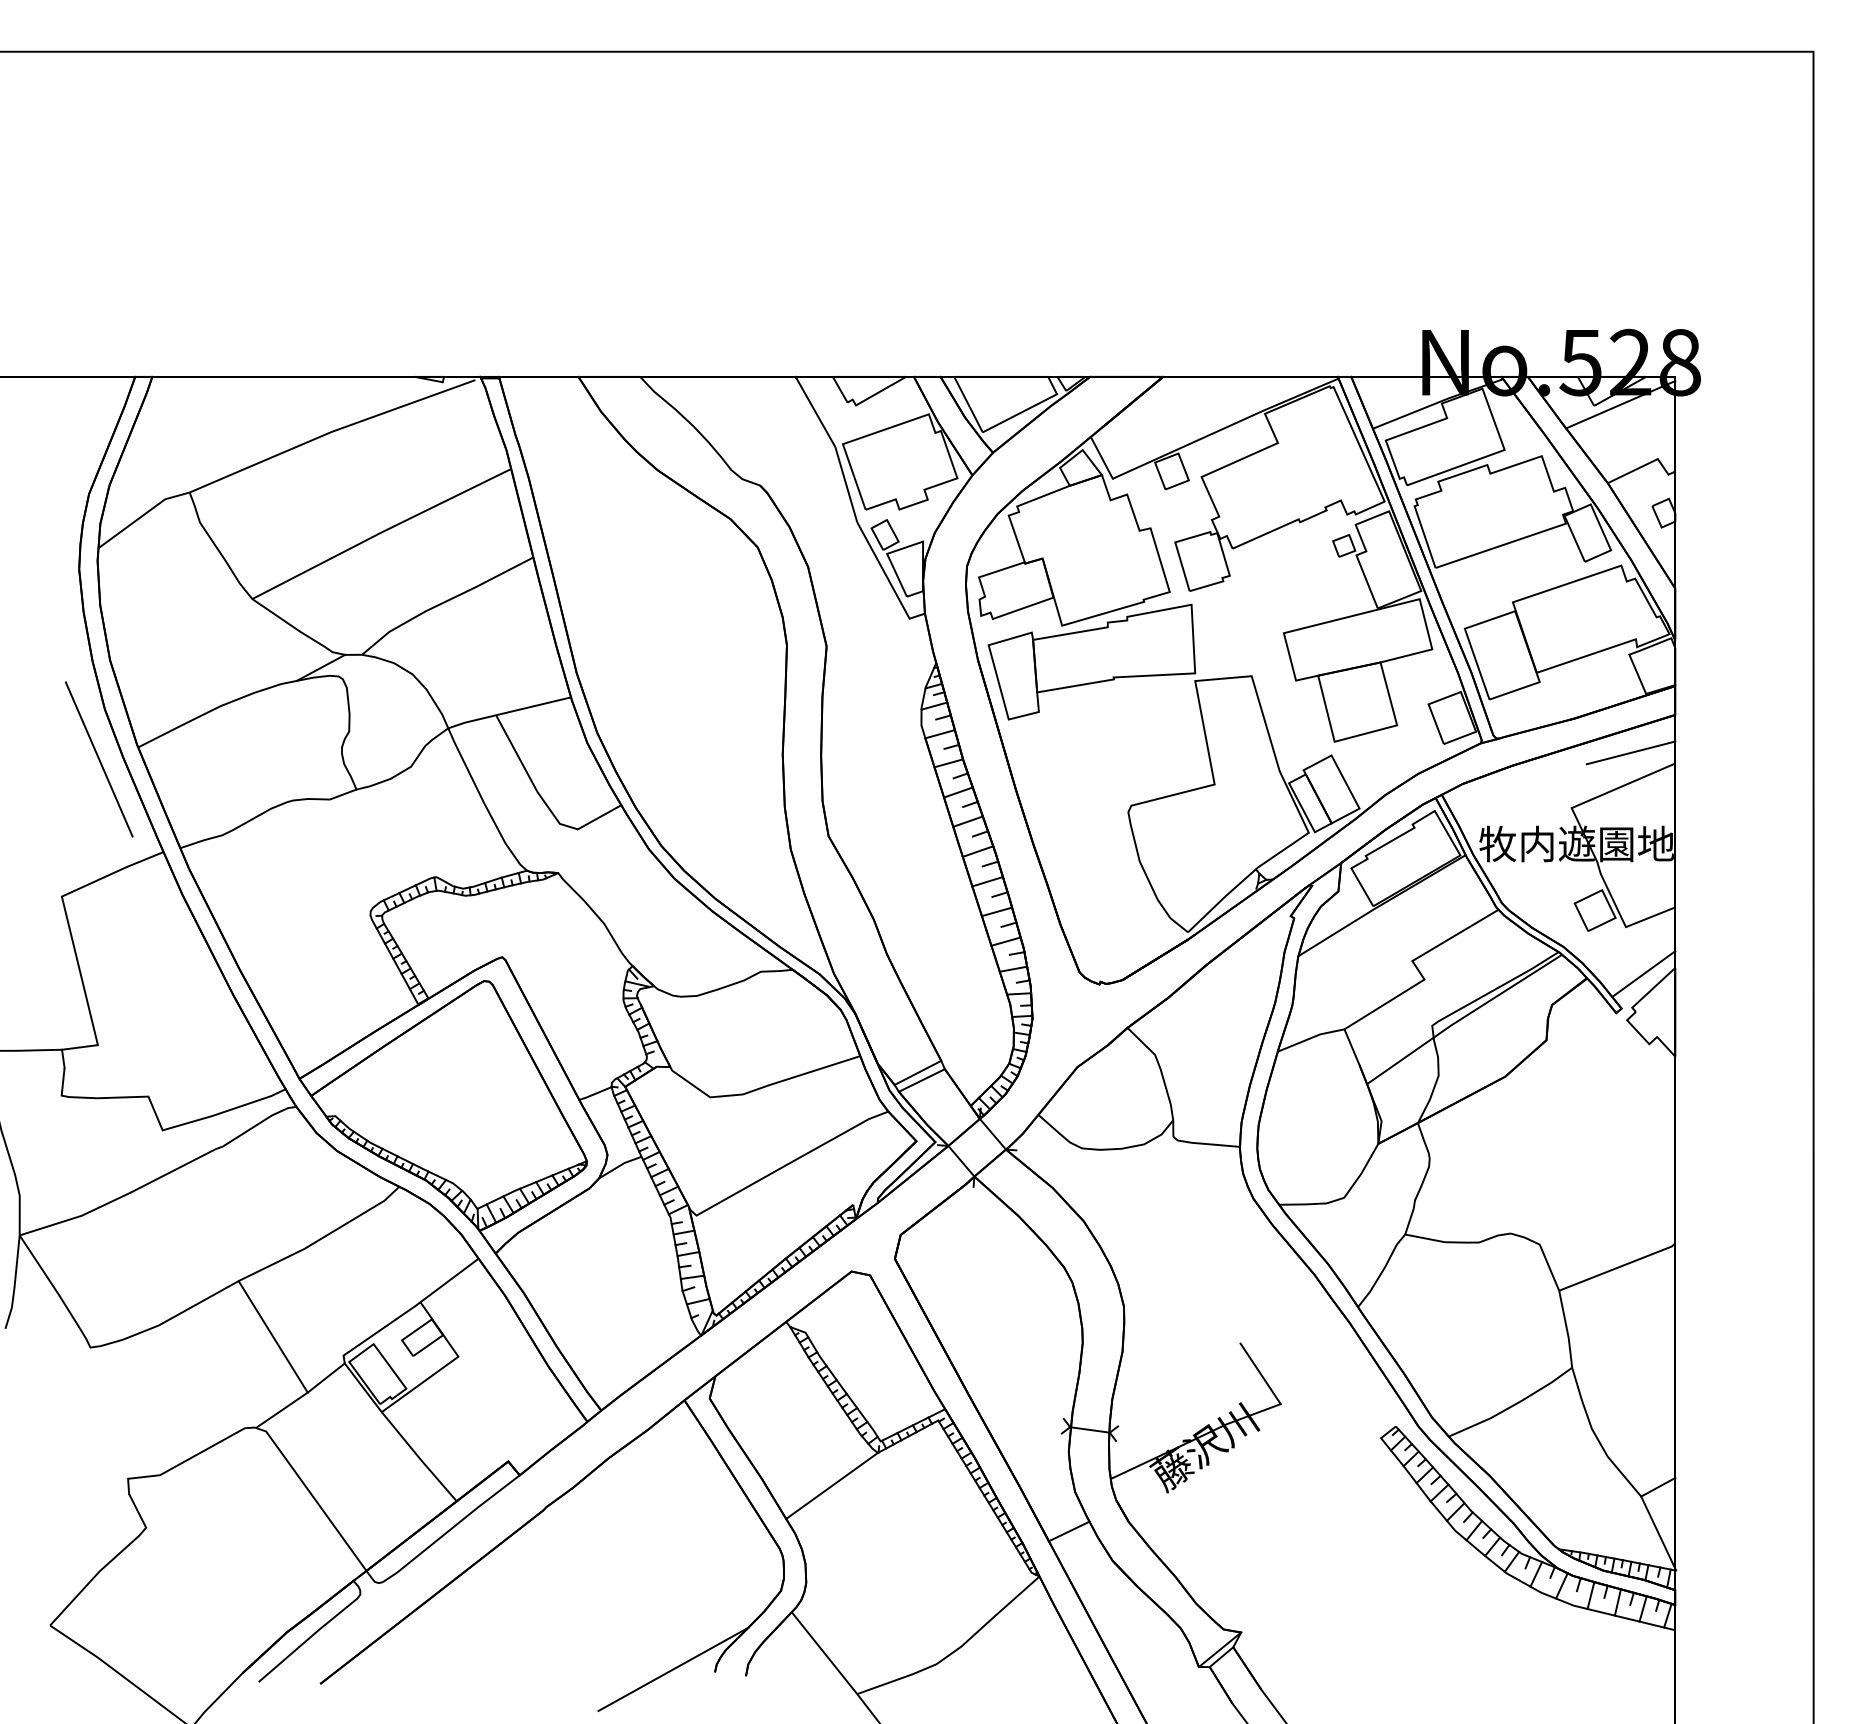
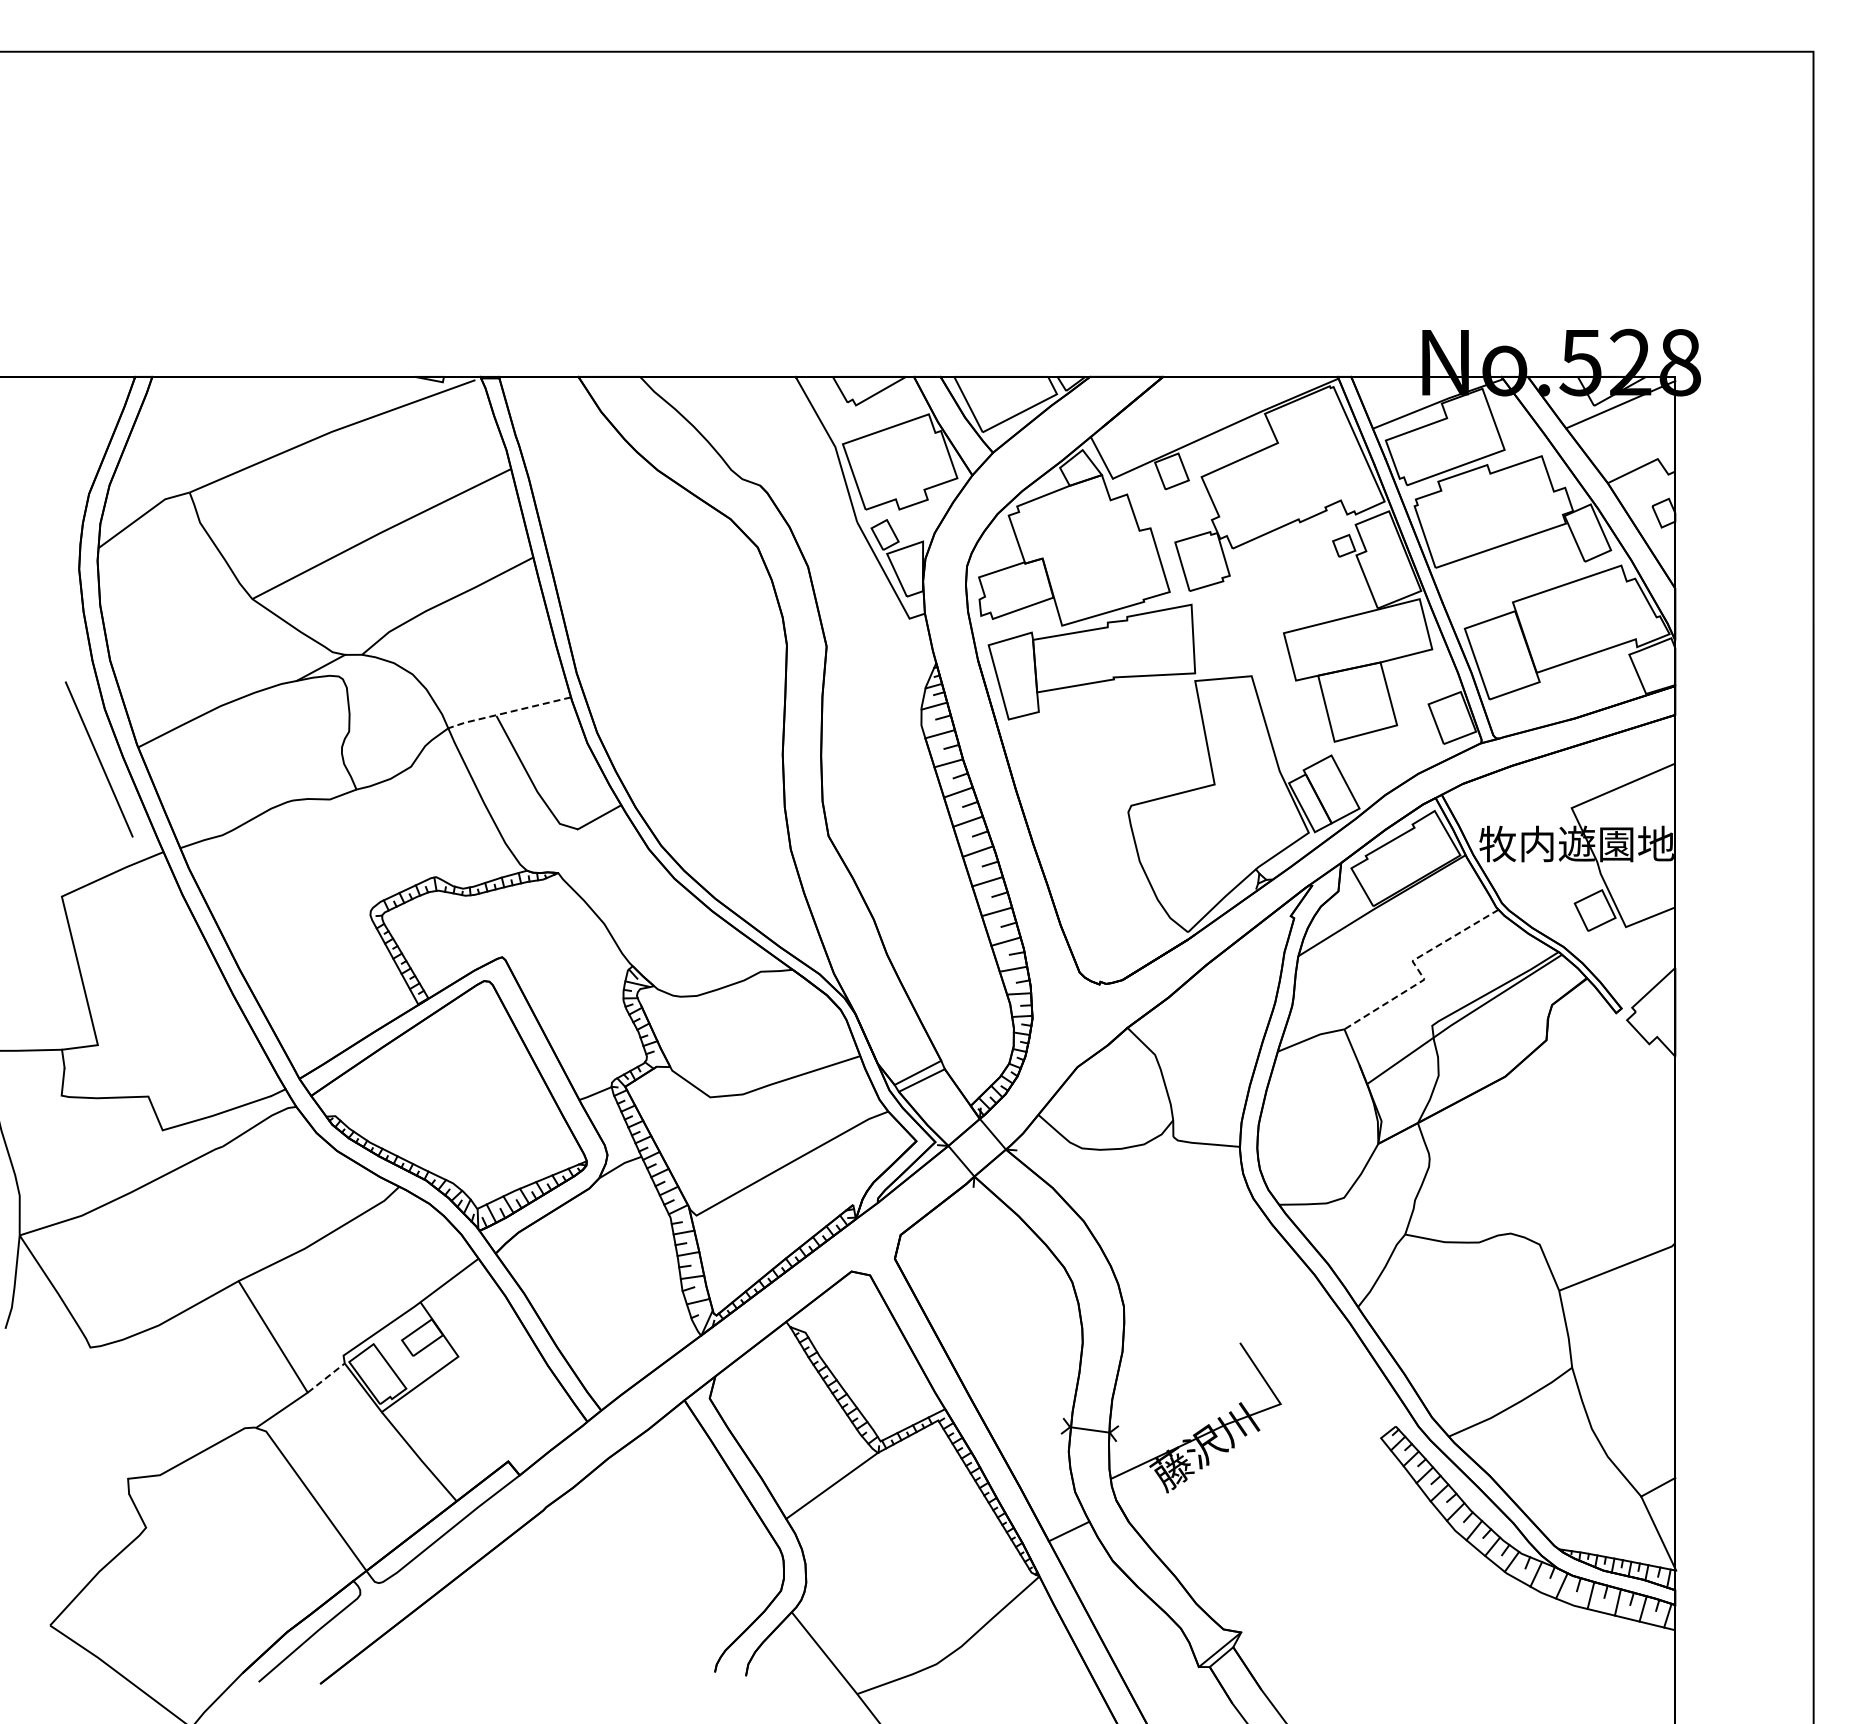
line at (508, 712): solid -> dashed
line at (1630, 752): present -> none
line at (1417, 968): solid -> dashed
line at (1643, 973): present -> none
line at (326, 1378): solid -> dashed
line at (673, 1669): present -> none
